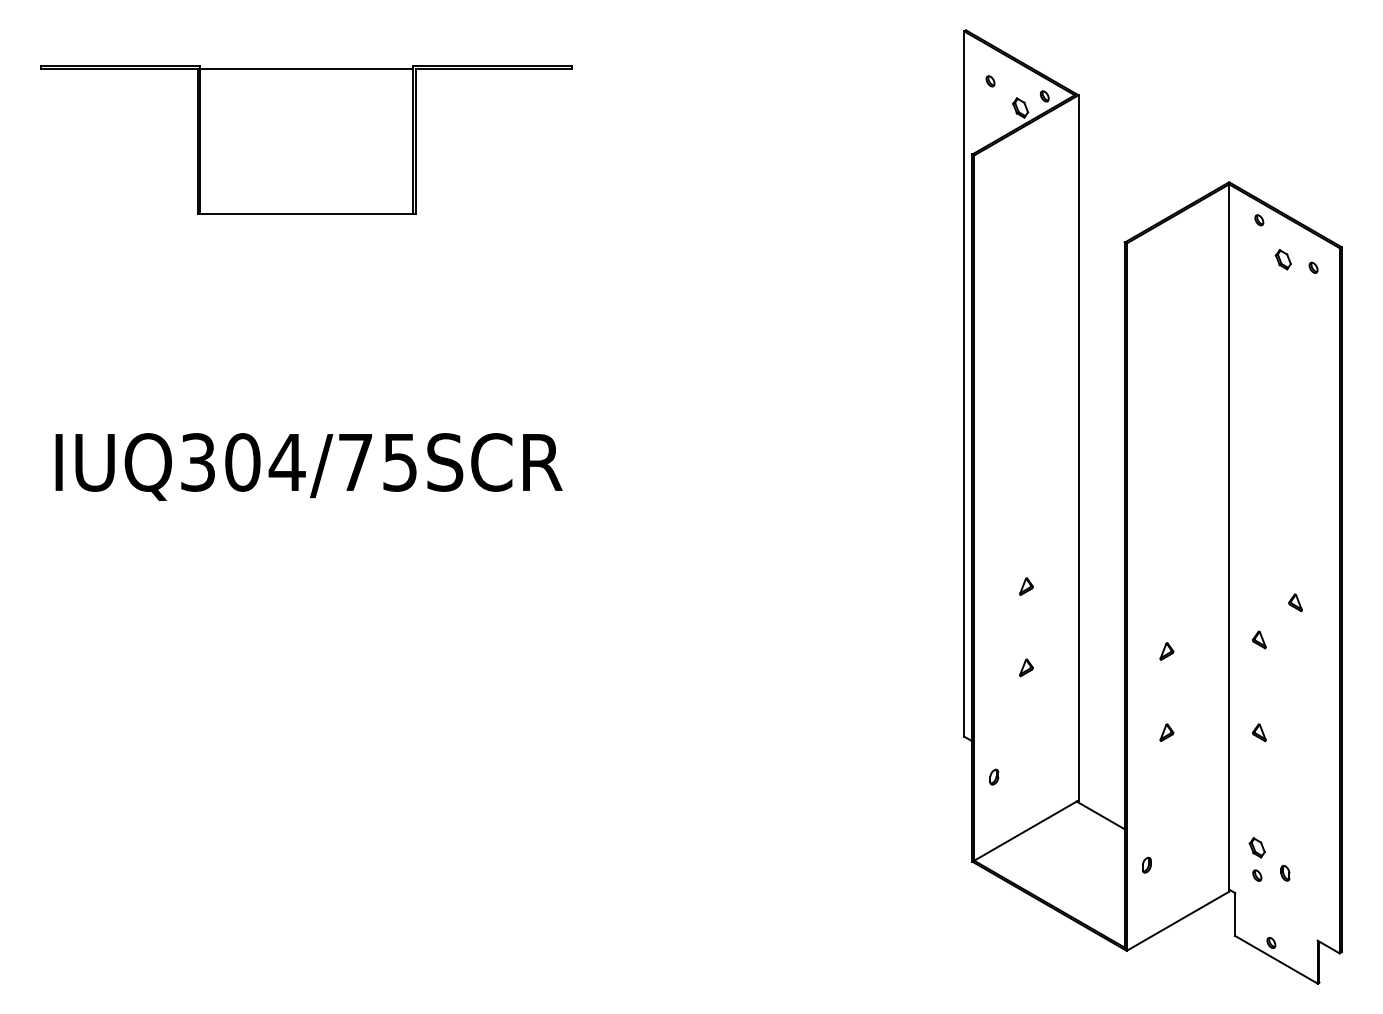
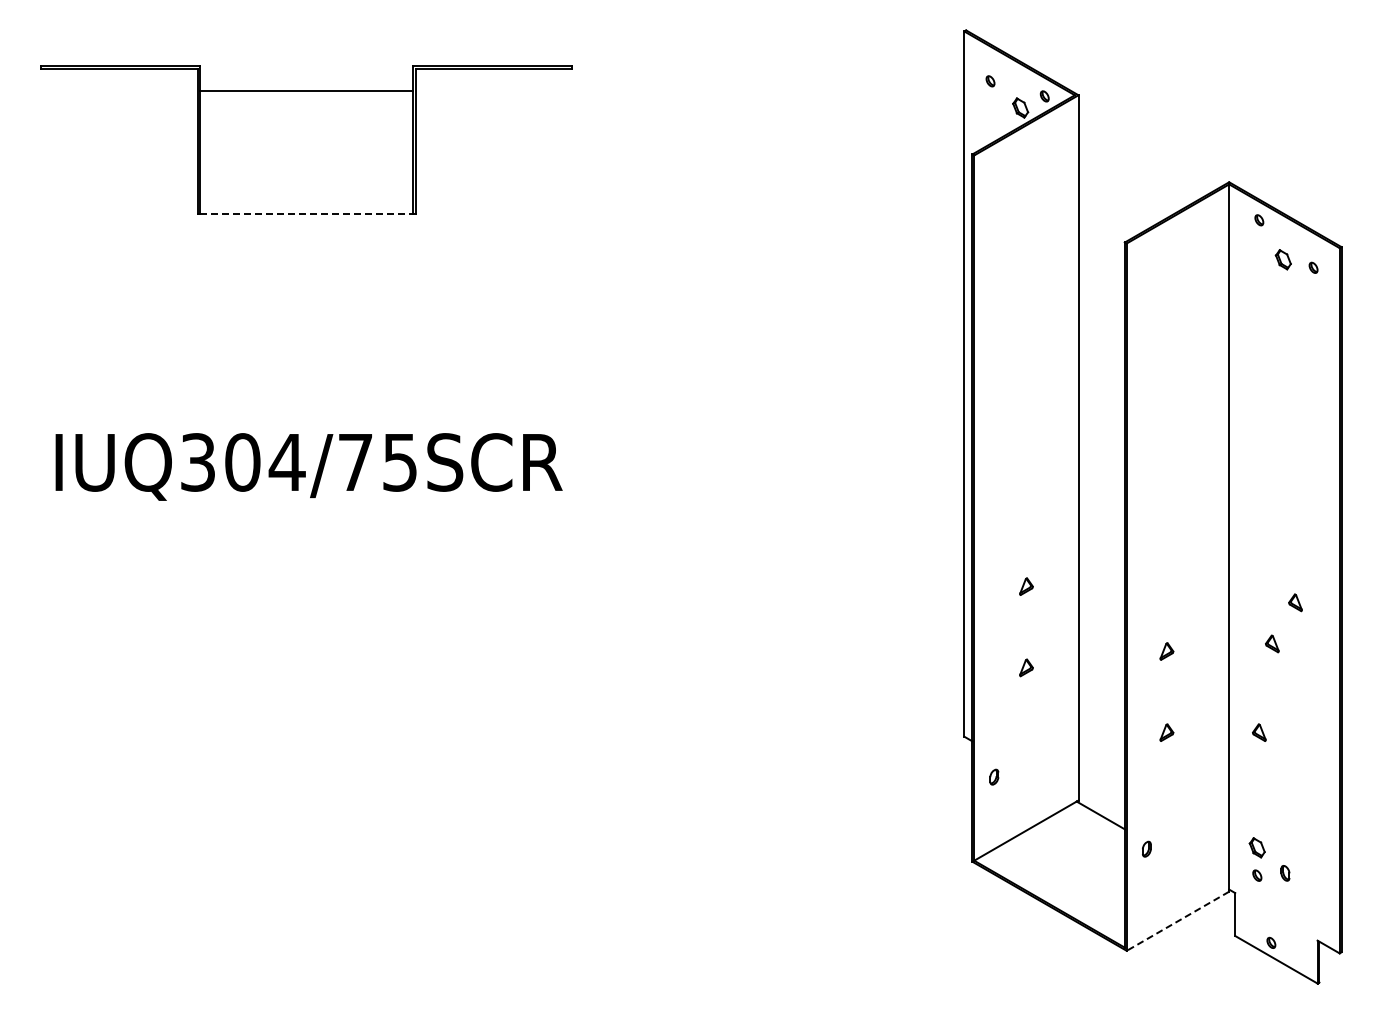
line at (306, 68) position: (306, 68) -> (306, 90)
line at (306, 213): solid -> dashed
part at (1259, 639) position: (1259, 639) -> (1272, 643)
part at (1146, 864) position: (1146, 864) -> (1146, 848)
line at (1177, 921): solid -> dashed
